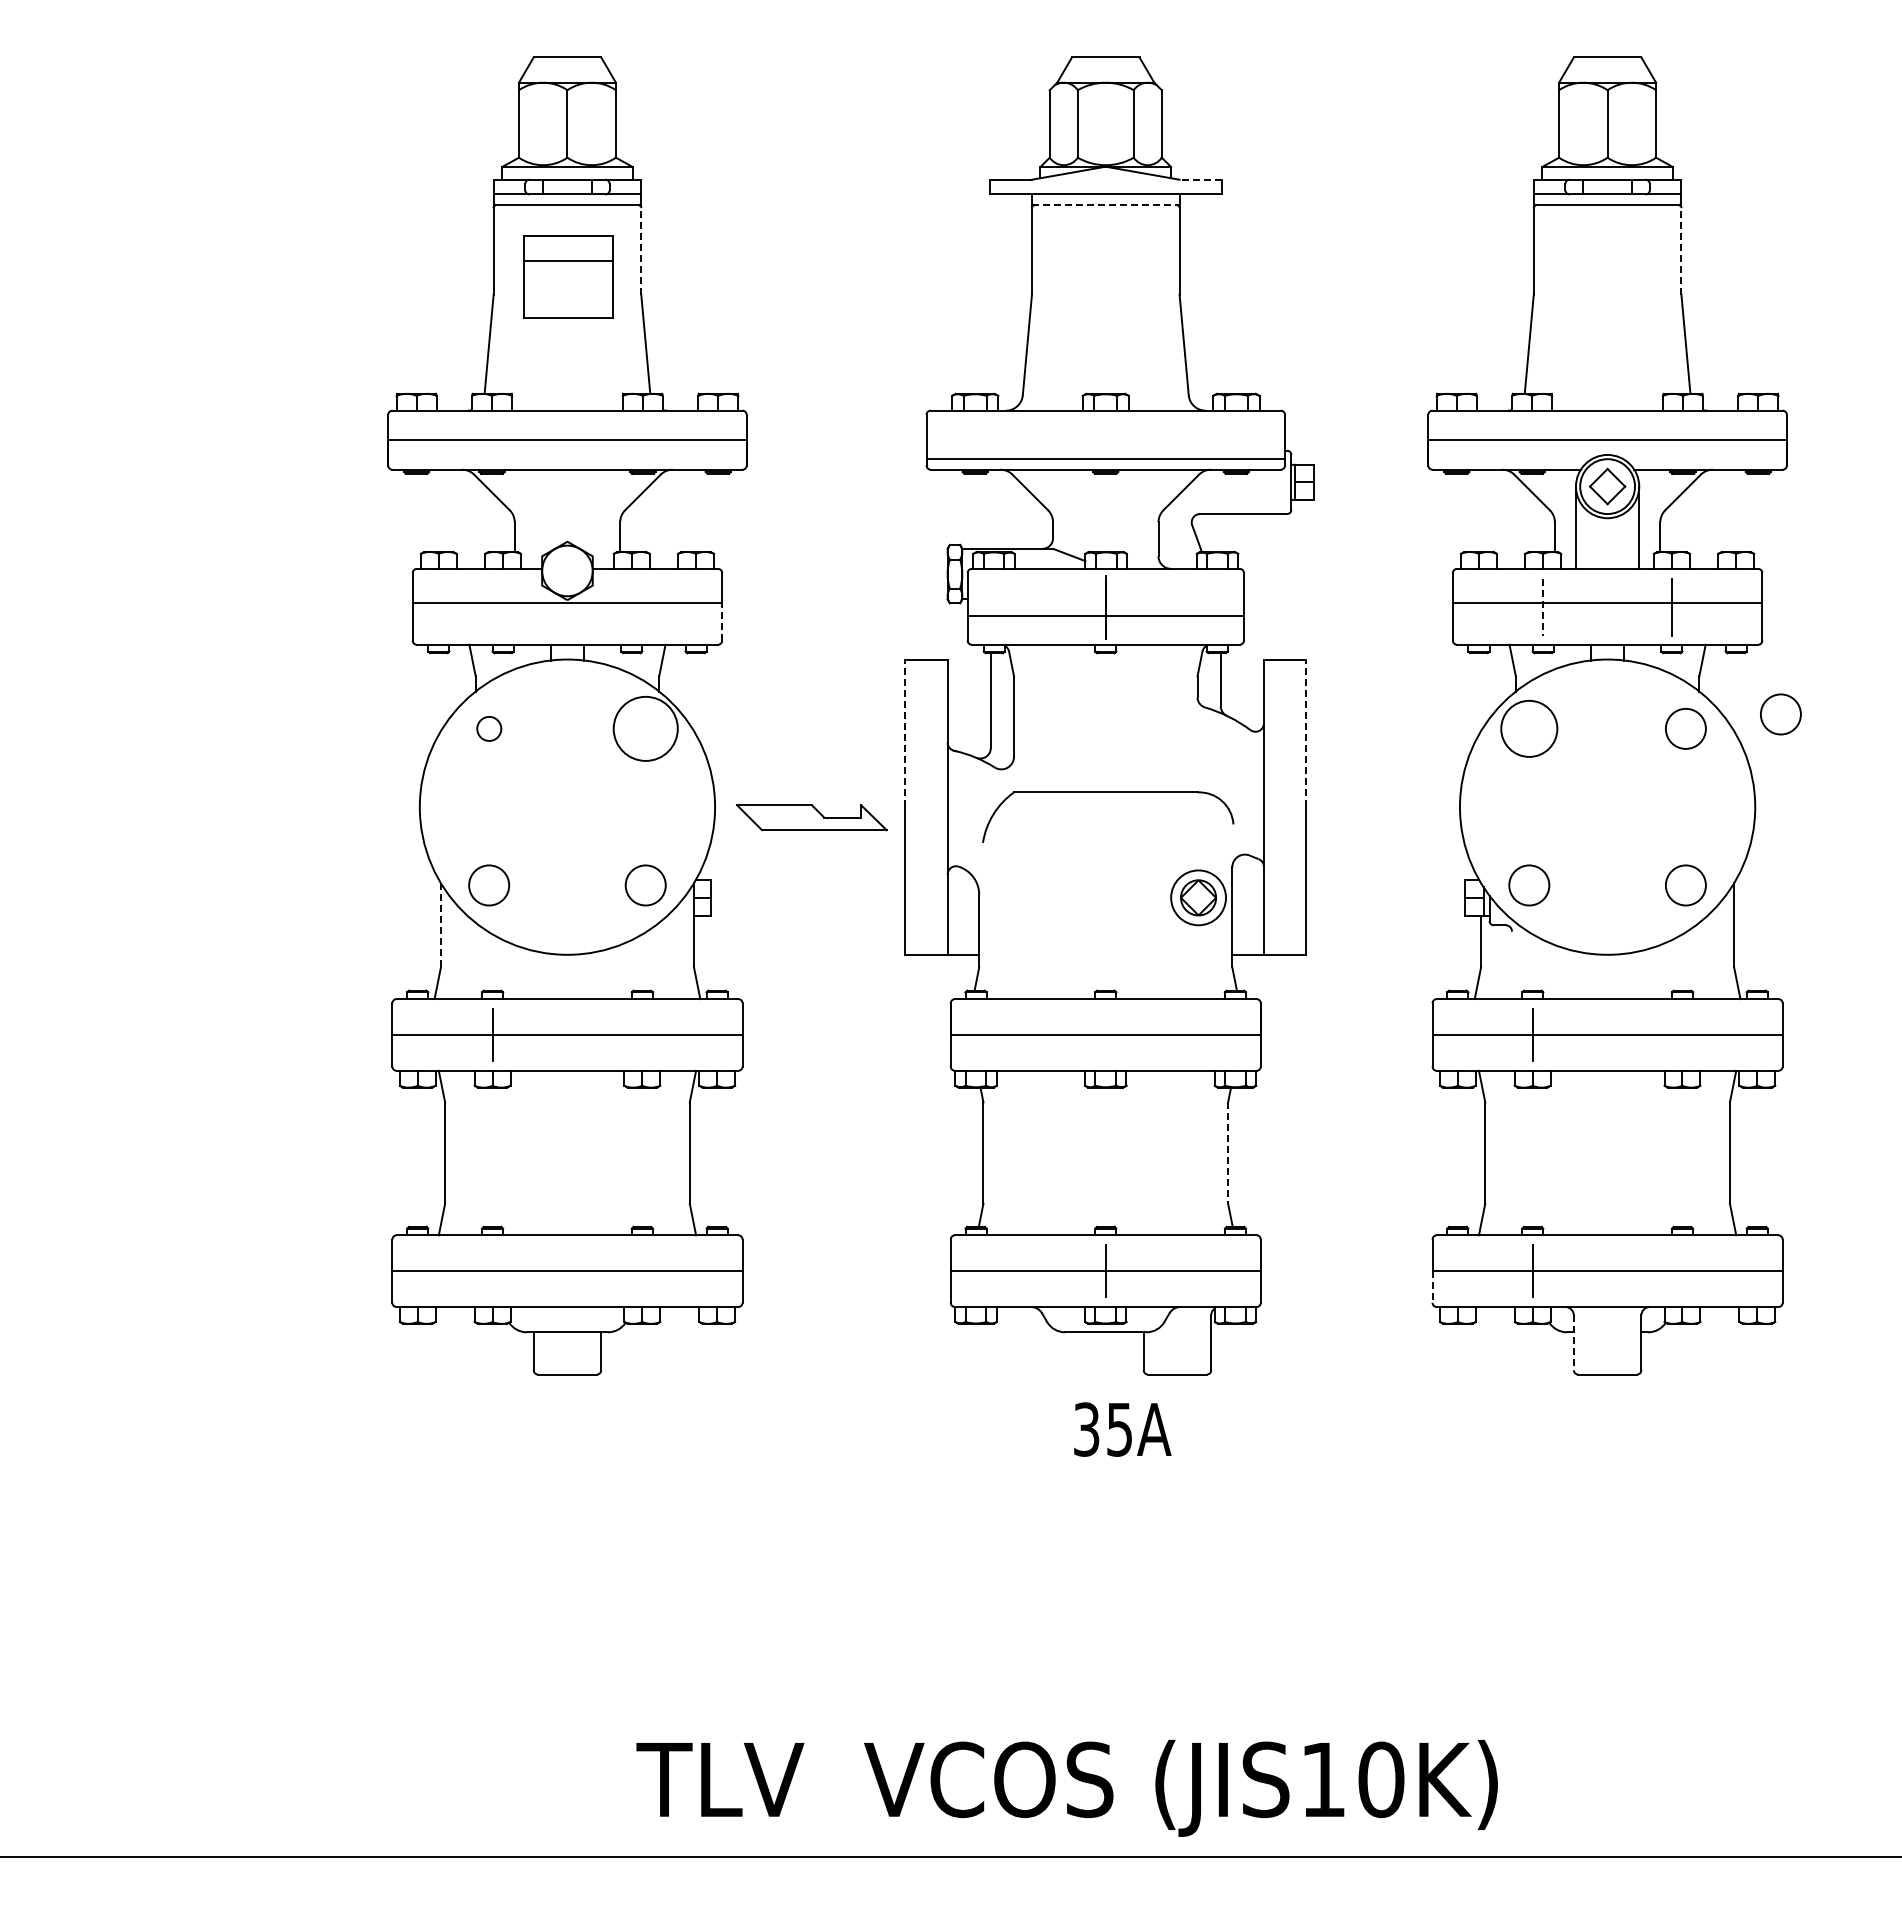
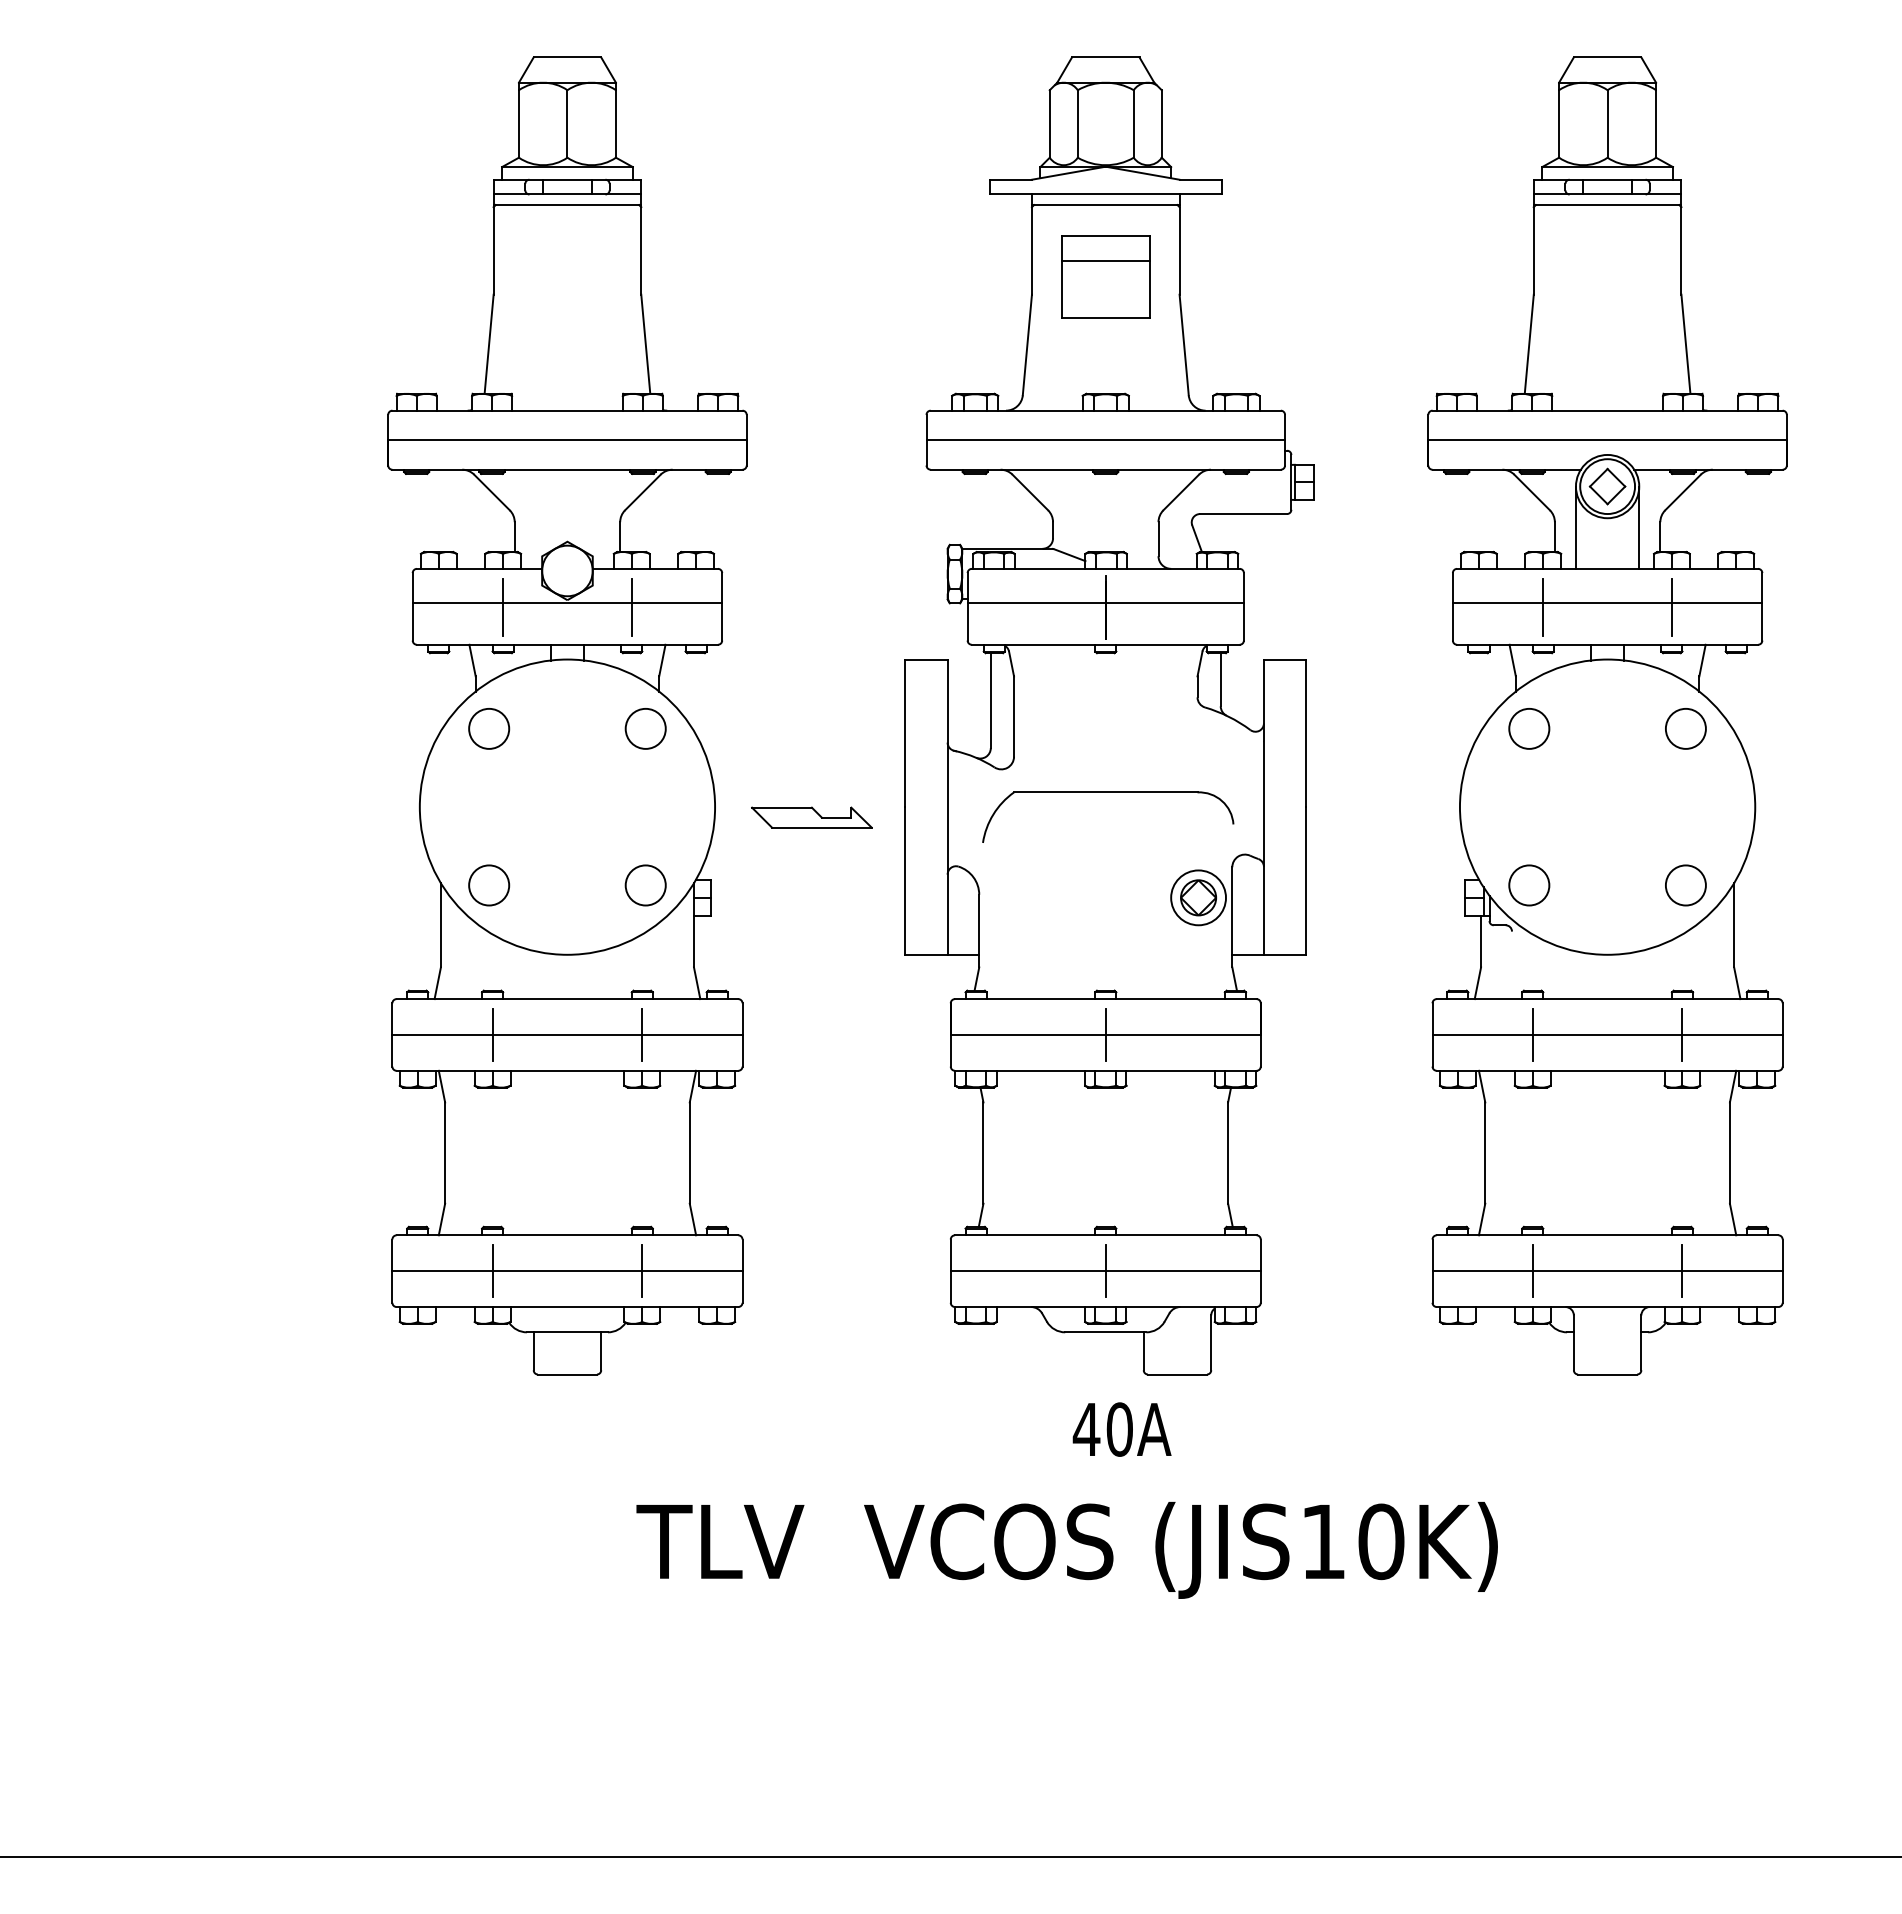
line at (1200, 179): dashed -> solid
line at (1105, 205): dashed -> solid
line at (641, 250): dashed -> solid
line at (1681, 250): dashed -> solid
part at (568, 276) position: (568, 276) -> (1105, 276)
line at (1105, 459) position: (1105, 459) -> (1105, 440)
line at (503, 606): none -> present
line at (631, 606): none -> present
line at (1543, 607): dashed -> solid
line at (1105, 615) position: (1105, 615) -> (1105, 602)
line at (722, 621): dashed -> solid
circle at (1780, 714): present -> none
circle at (489, 728) size: 27x26 px -> 43x42 px
circle at (645, 728) diameter: 64 px -> 40 px
circle at (1529, 728) diameter: 56 px -> 40 px
line at (905, 733): dashed -> solid
line at (1306, 733): dashed -> solid
part at (811, 817) size: 152x28 px -> 122x23 px
line at (440, 925): dashed -> solid
line at (642, 1034): none -> present
line at (1105, 1034): none -> present
line at (1682, 1034): none -> present
line at (1228, 1153): dashed -> solid
line at (492, 1270): none -> present
line at (642, 1270): none -> present
line at (1682, 1270): none -> present
line at (1432, 1286): dashed -> solid
line at (1573, 1343): dashed -> solid
text at (1102, 1429): 35A -> 40A
text at (1066, 1788) position: (1066, 1788) -> (1066, 1550)
